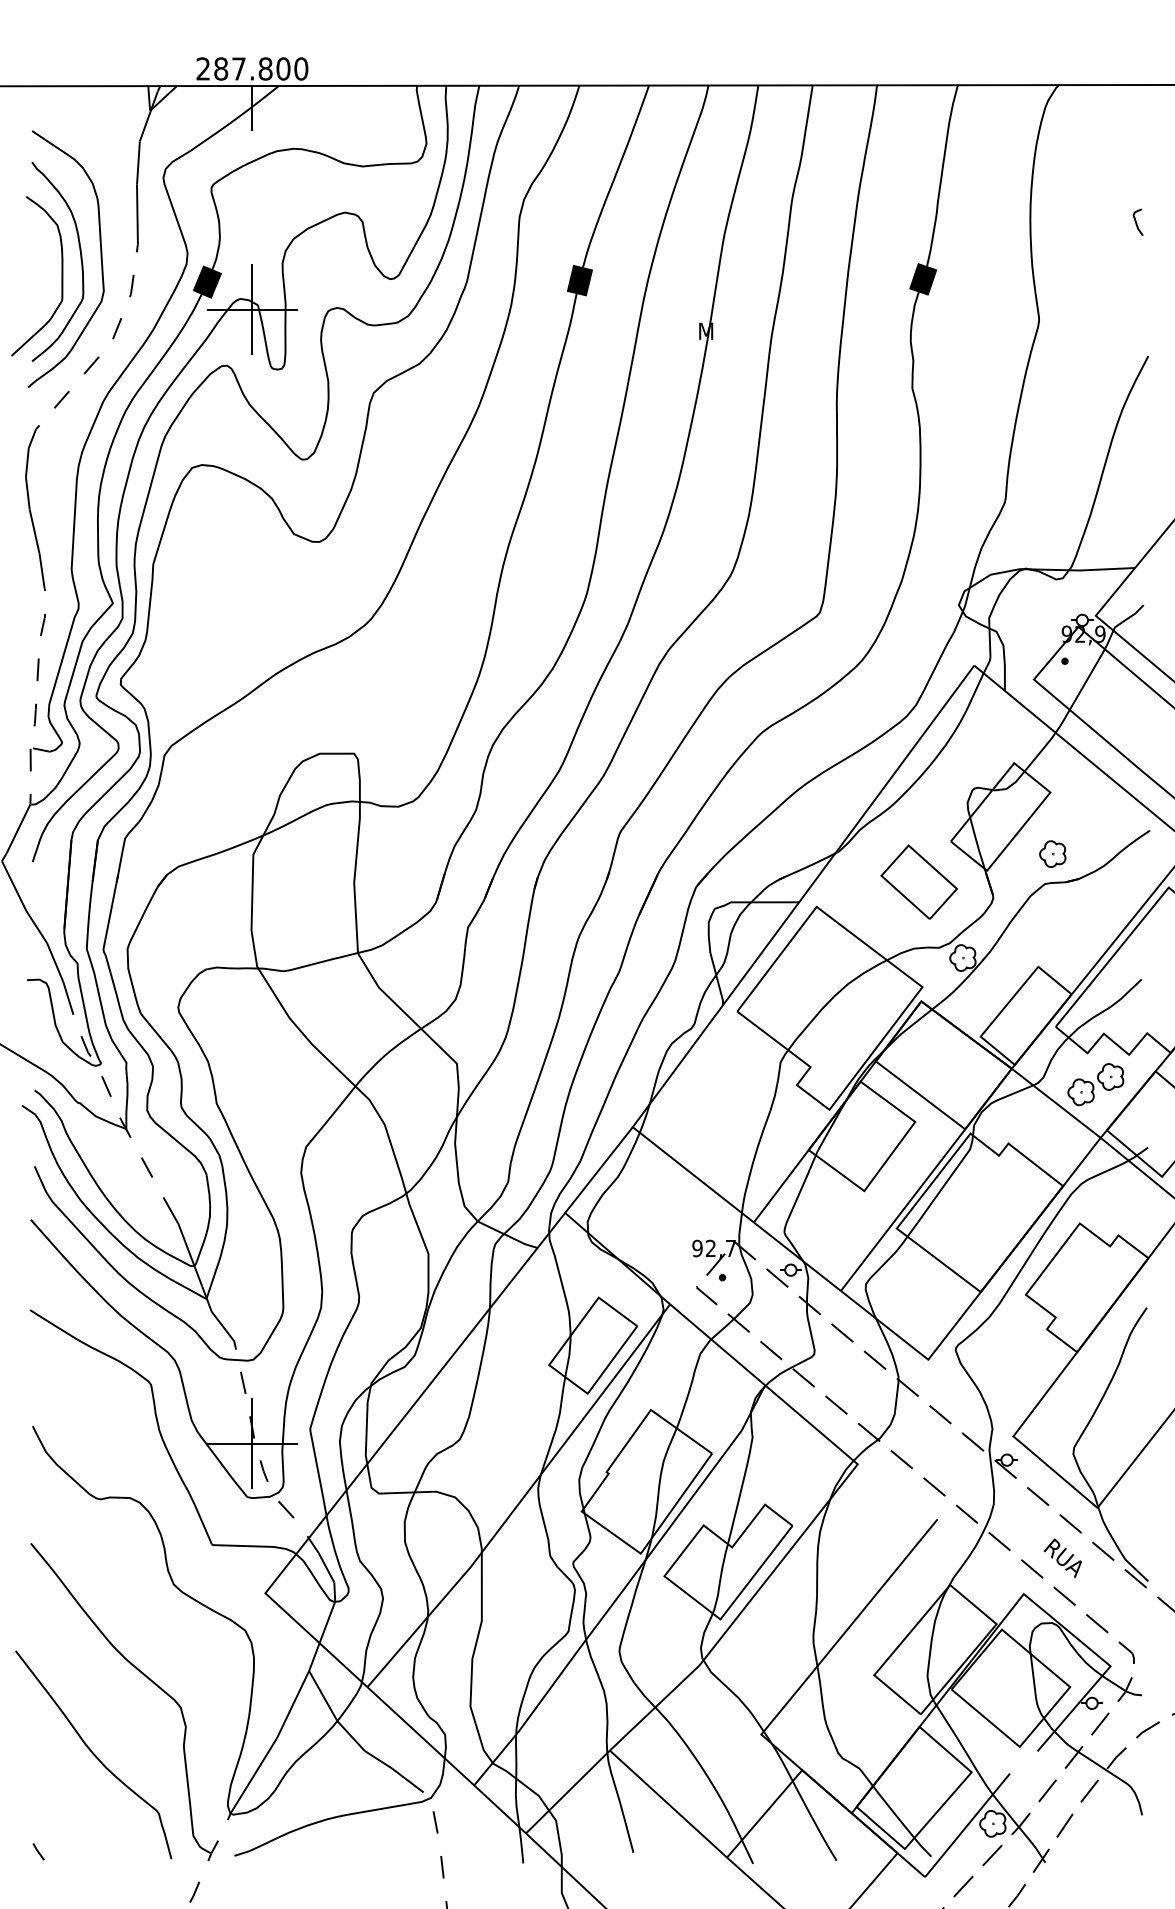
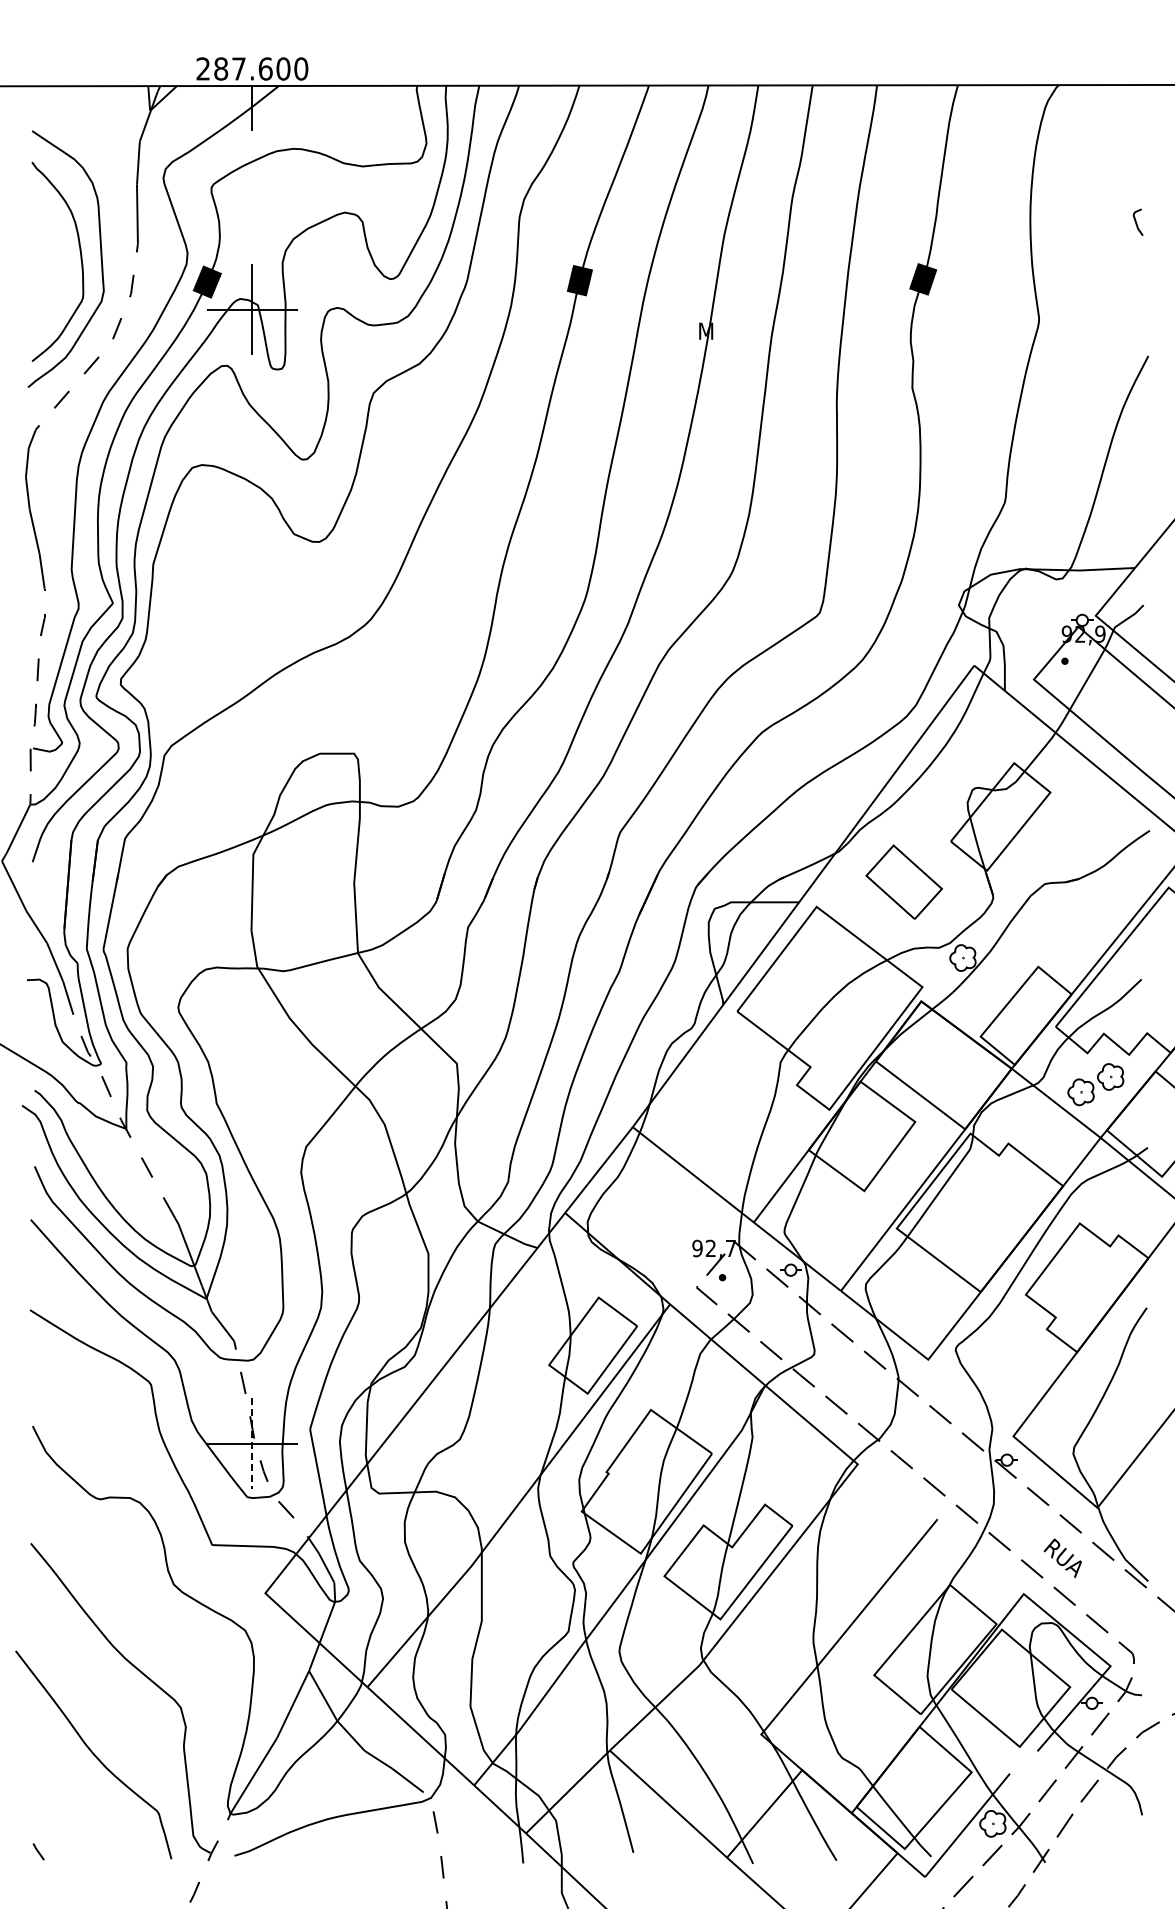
text at (265, 68): 287.800 -> 287.600
curve at (61, 276): present -> none
part at (1052, 853): present -> none
part at (918, 881) position: (918, 881) -> (903, 881)
line at (252, 1444): solid -> dashed
